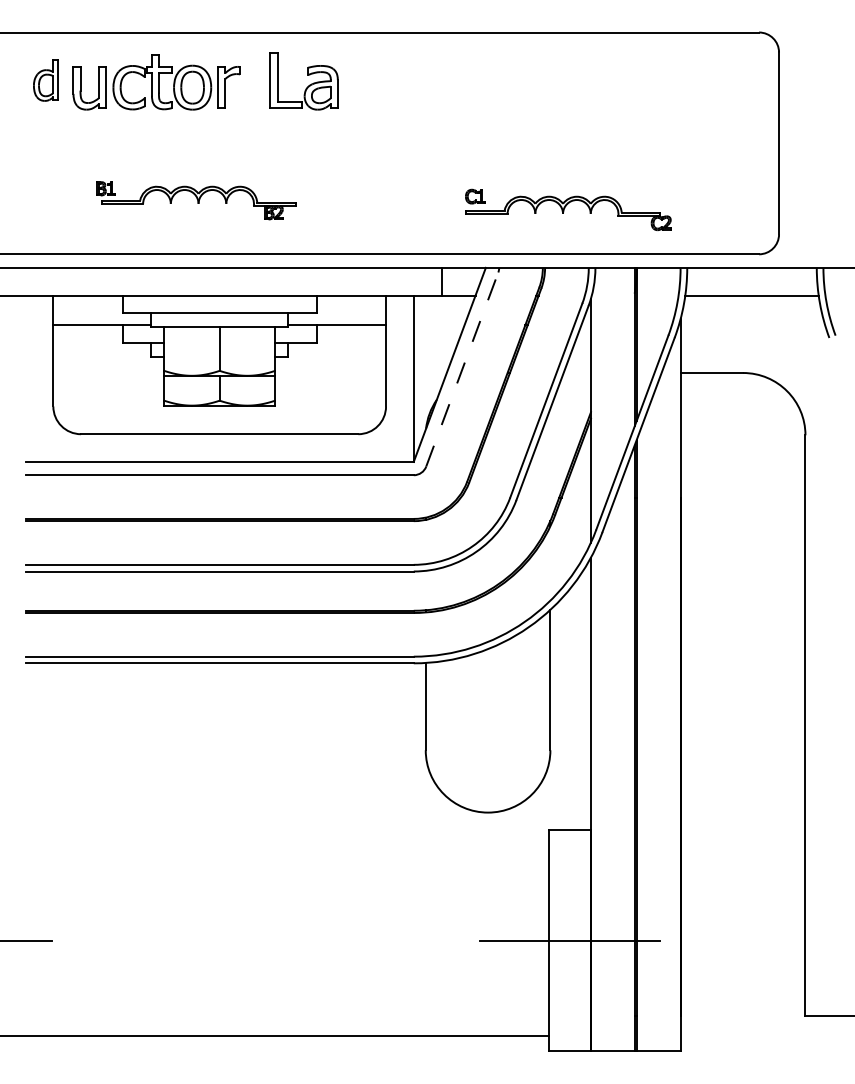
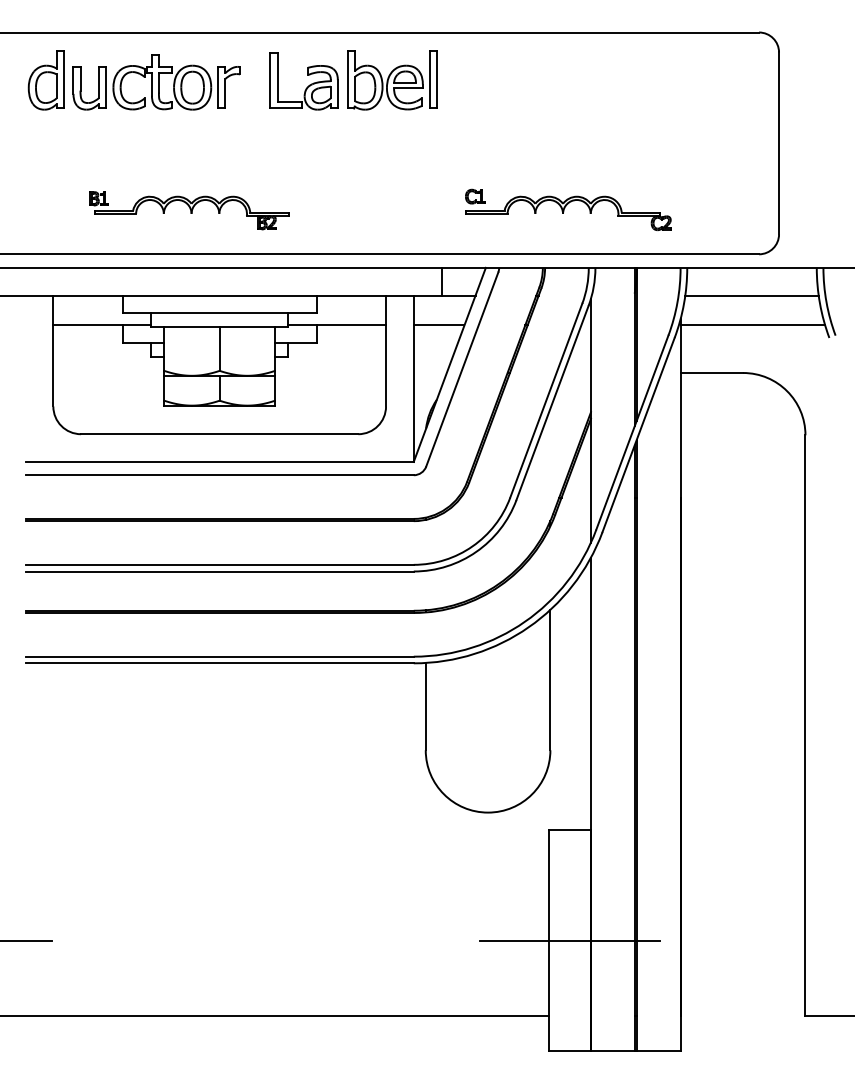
part at (45, 80) size: 26x43 px -> 38x61 px
part at (392, 80): none -> present
part at (196, 200) position: (196, 200) -> (189, 210)
line at (438, 325): none -> present
line at (752, 325): none -> present
line at (462, 369): dashed -> solid
line at (275, 1036) position: (275, 1036) -> (275, 1016)
